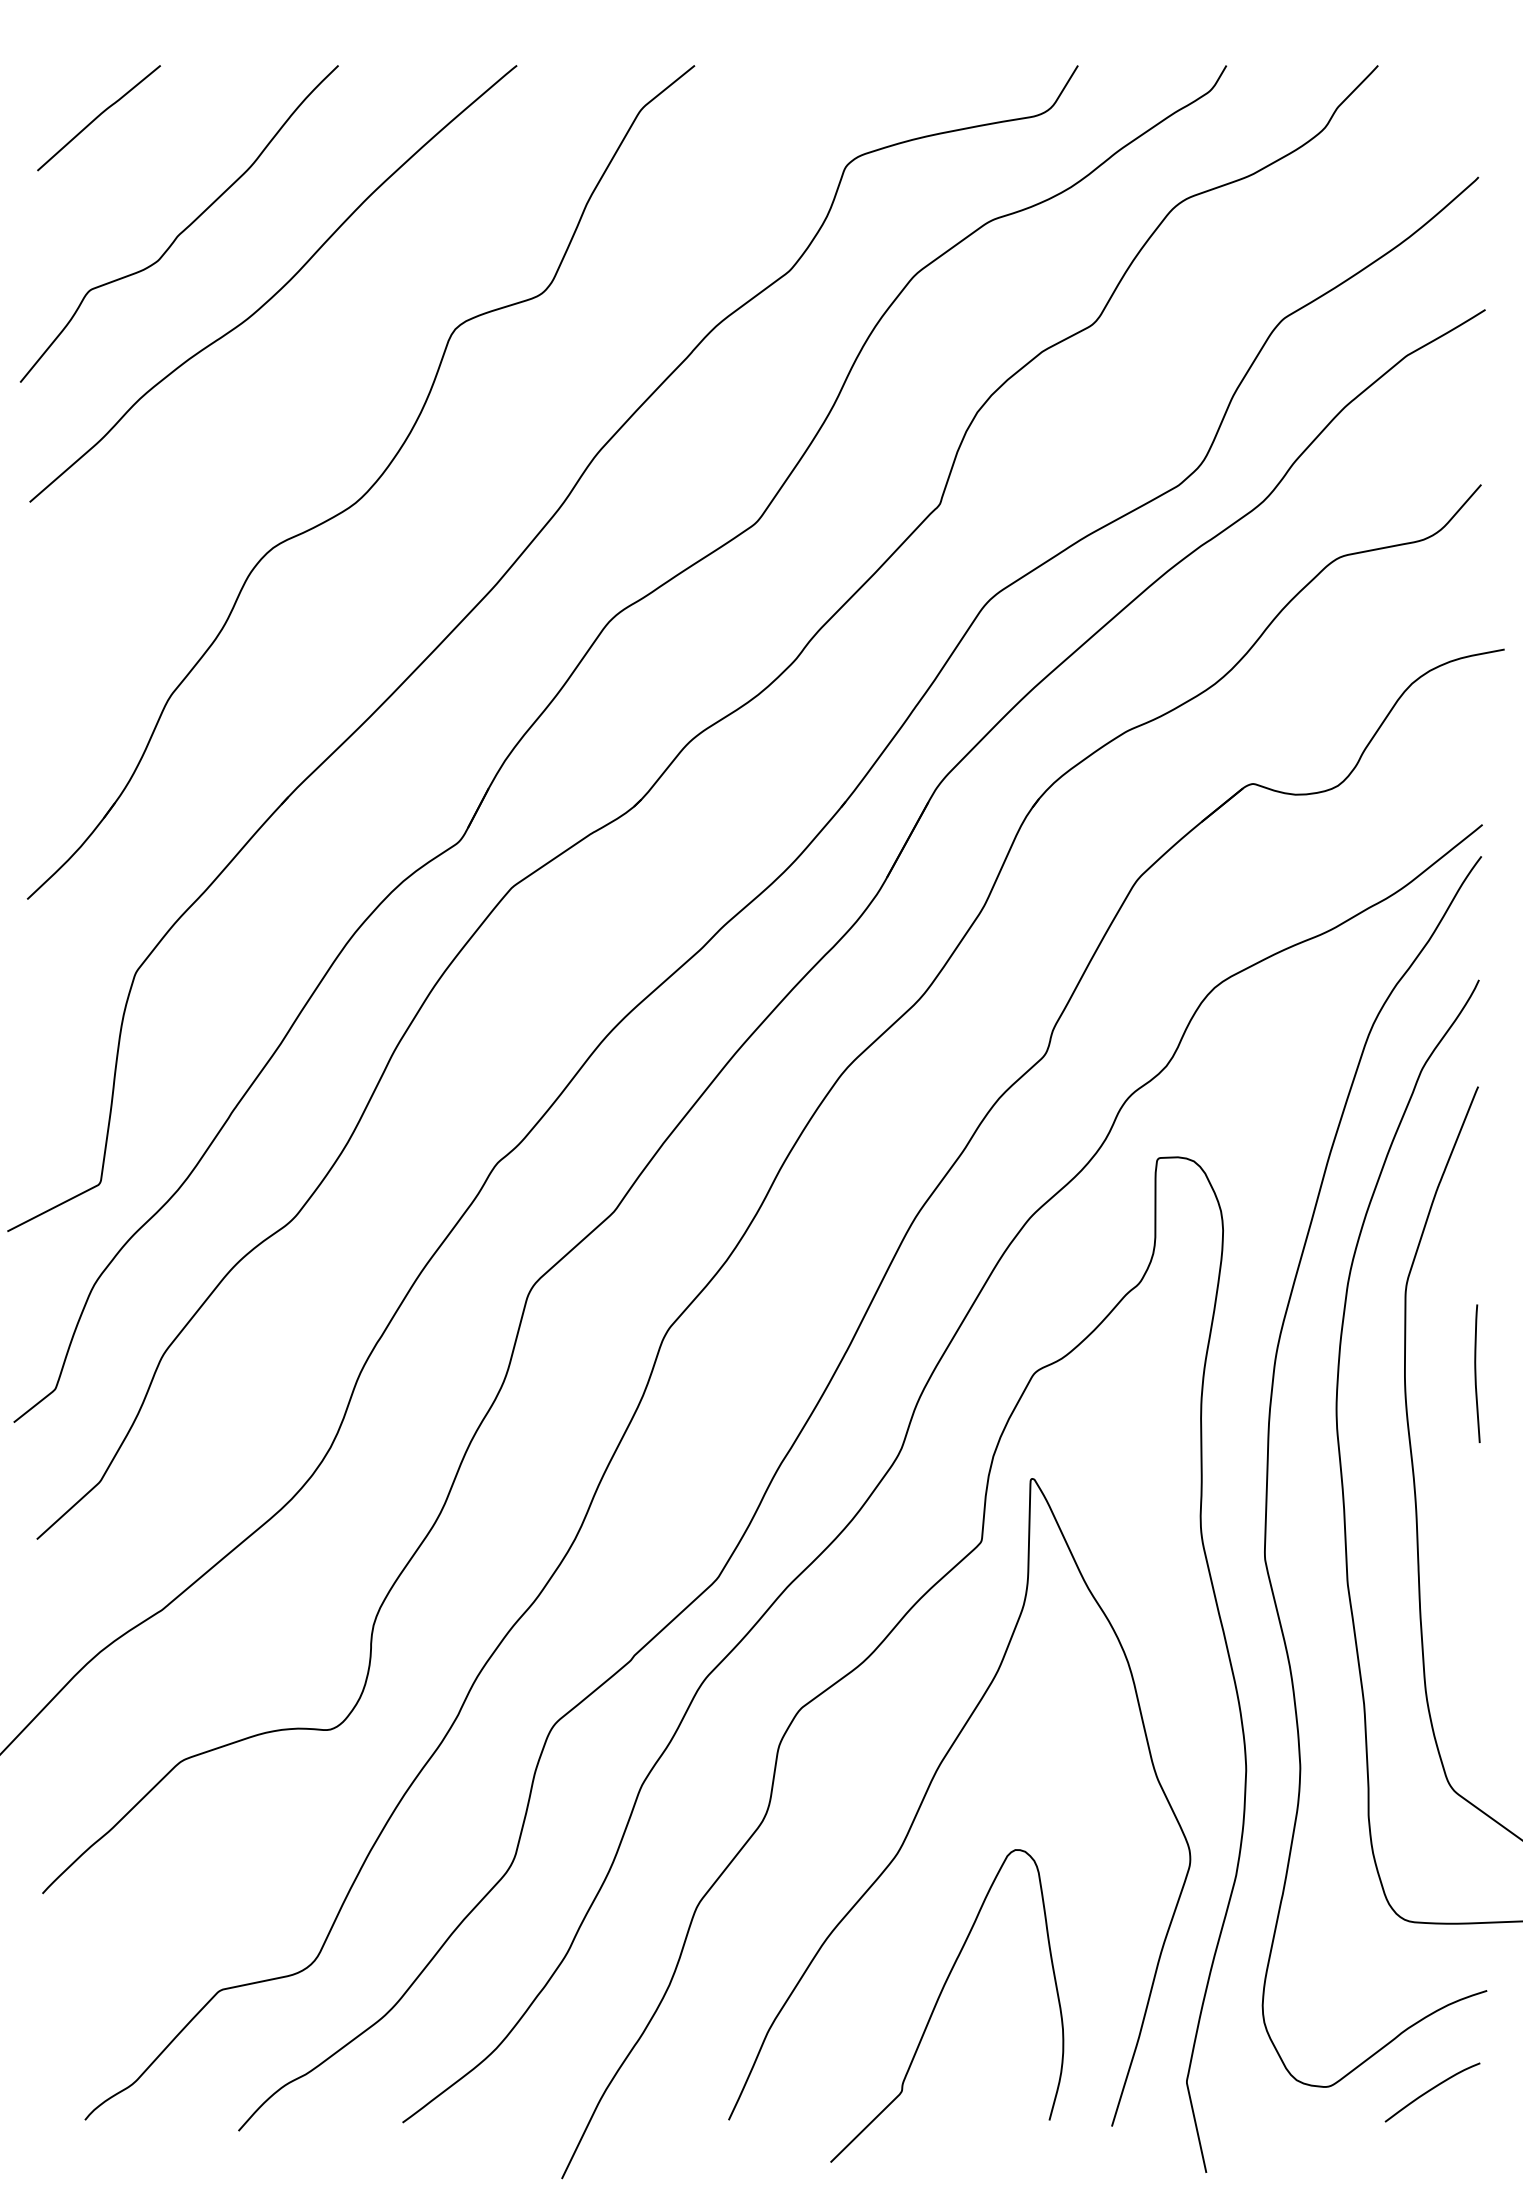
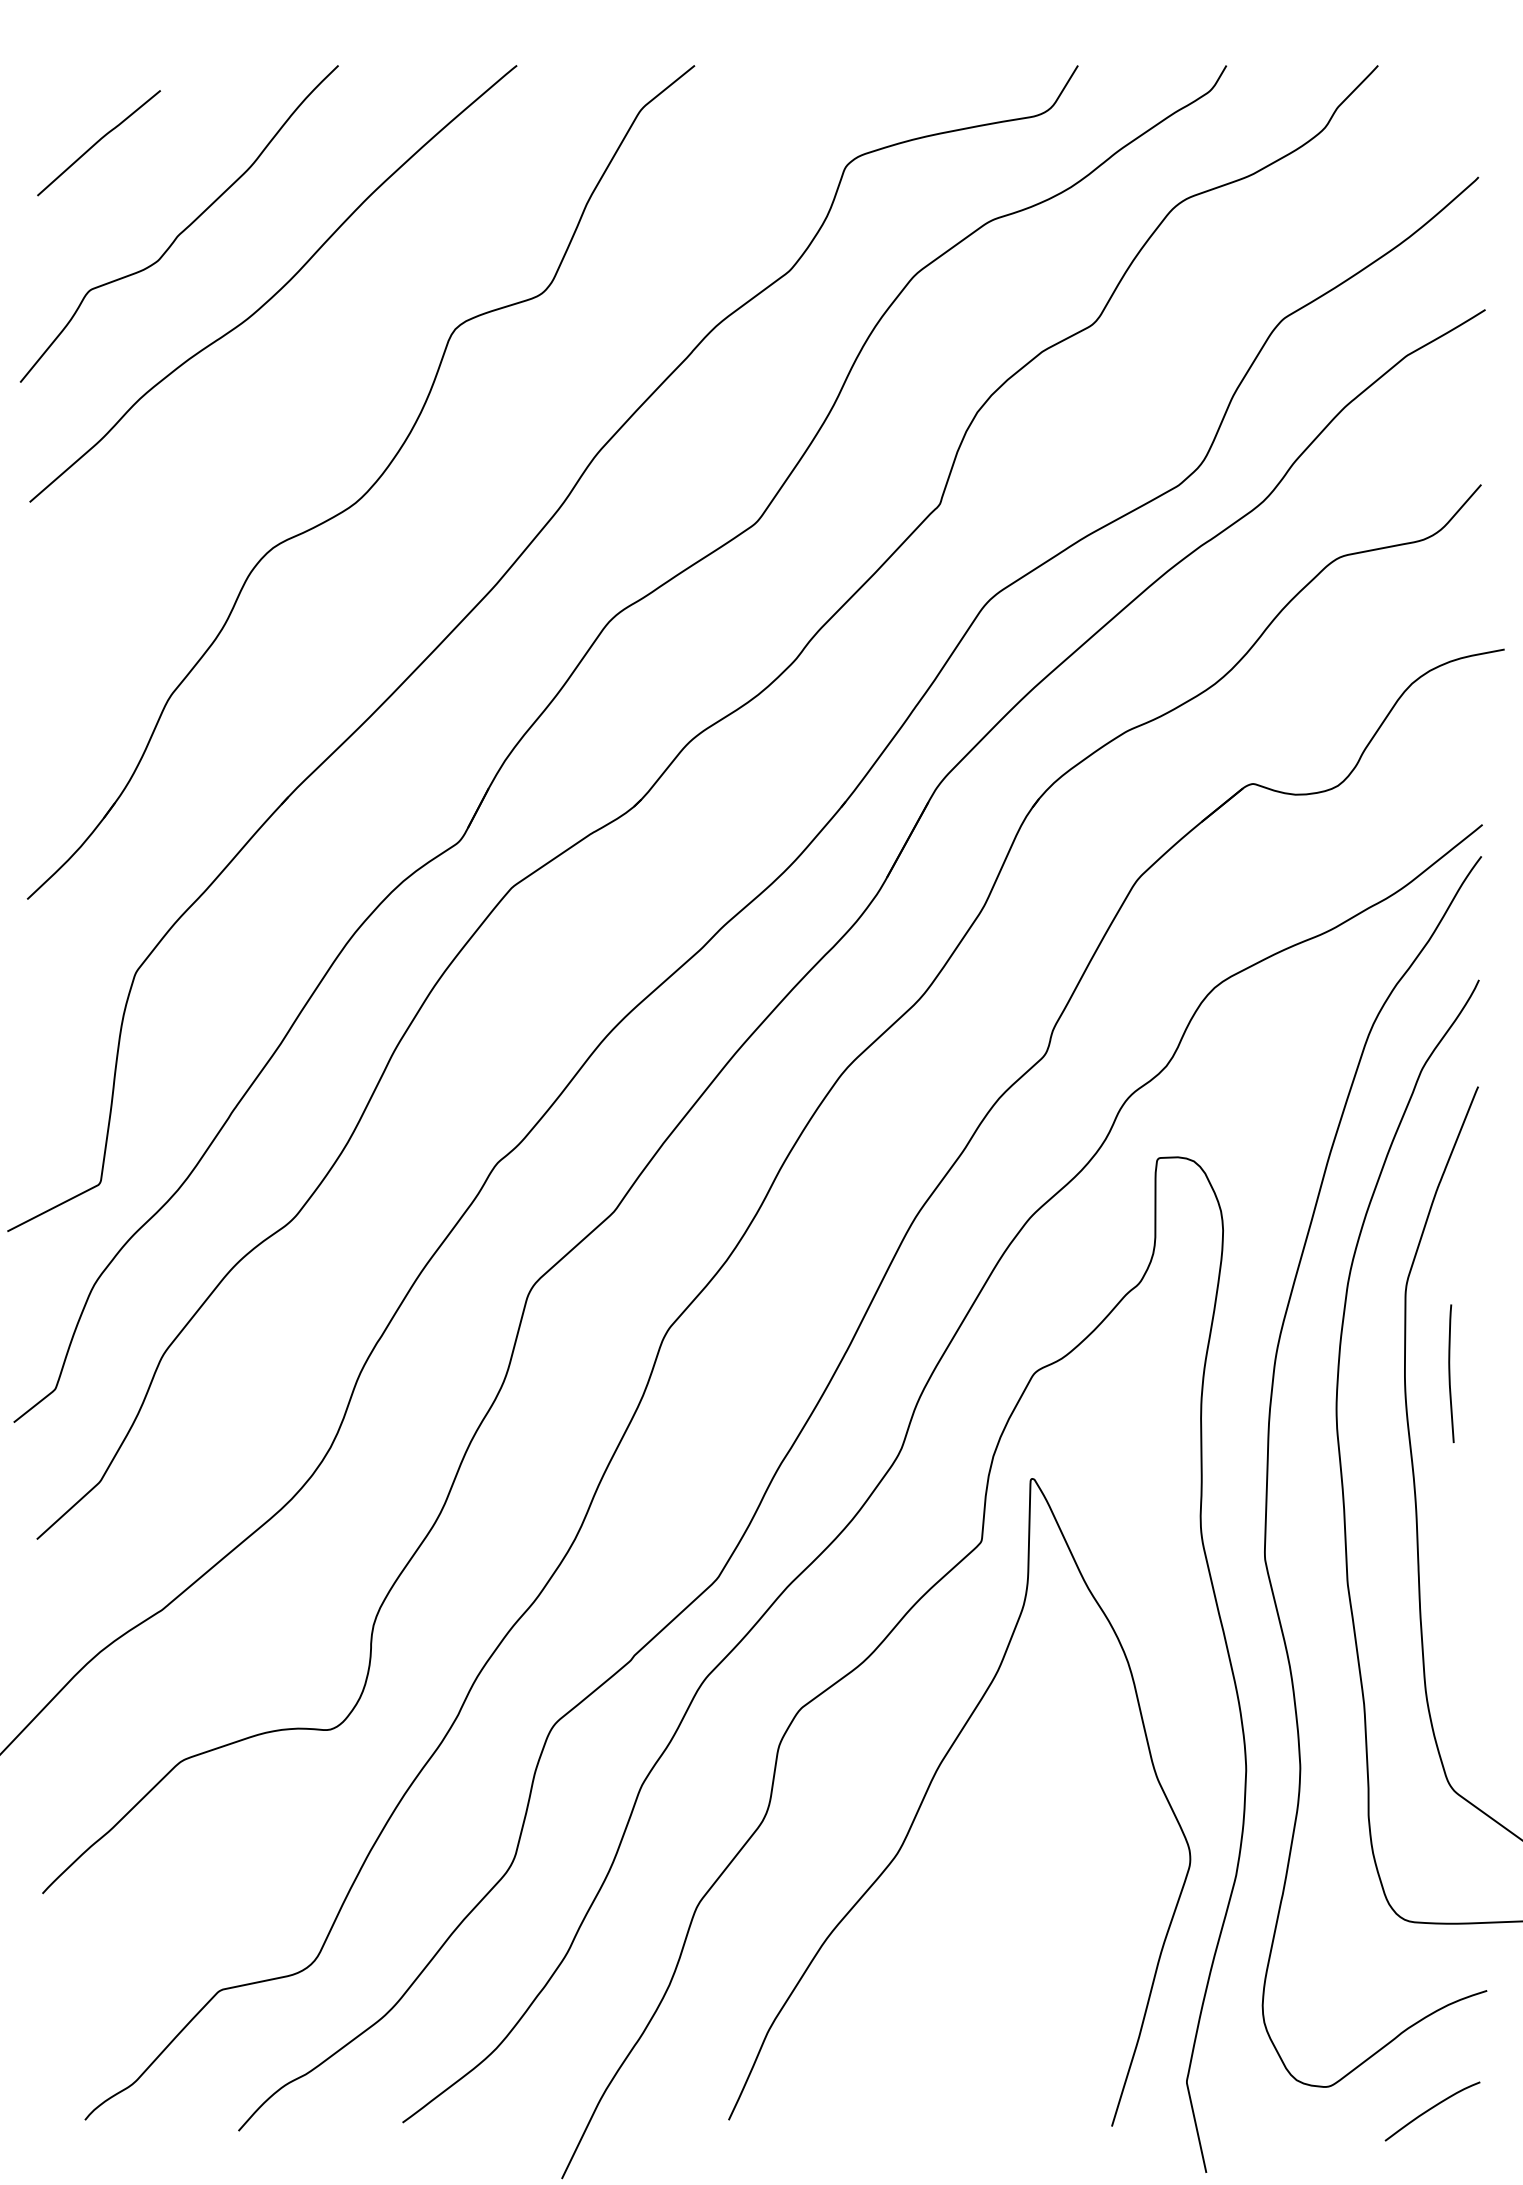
curve at (98, 117) position: (98, 117) -> (98, 142)
curve at (1476, 1373) position: (1476, 1373) -> (1450, 1373)
curve at (938, 2001): present -> none
curve at (1431, 2090) position: (1431, 2090) -> (1431, 2109)
